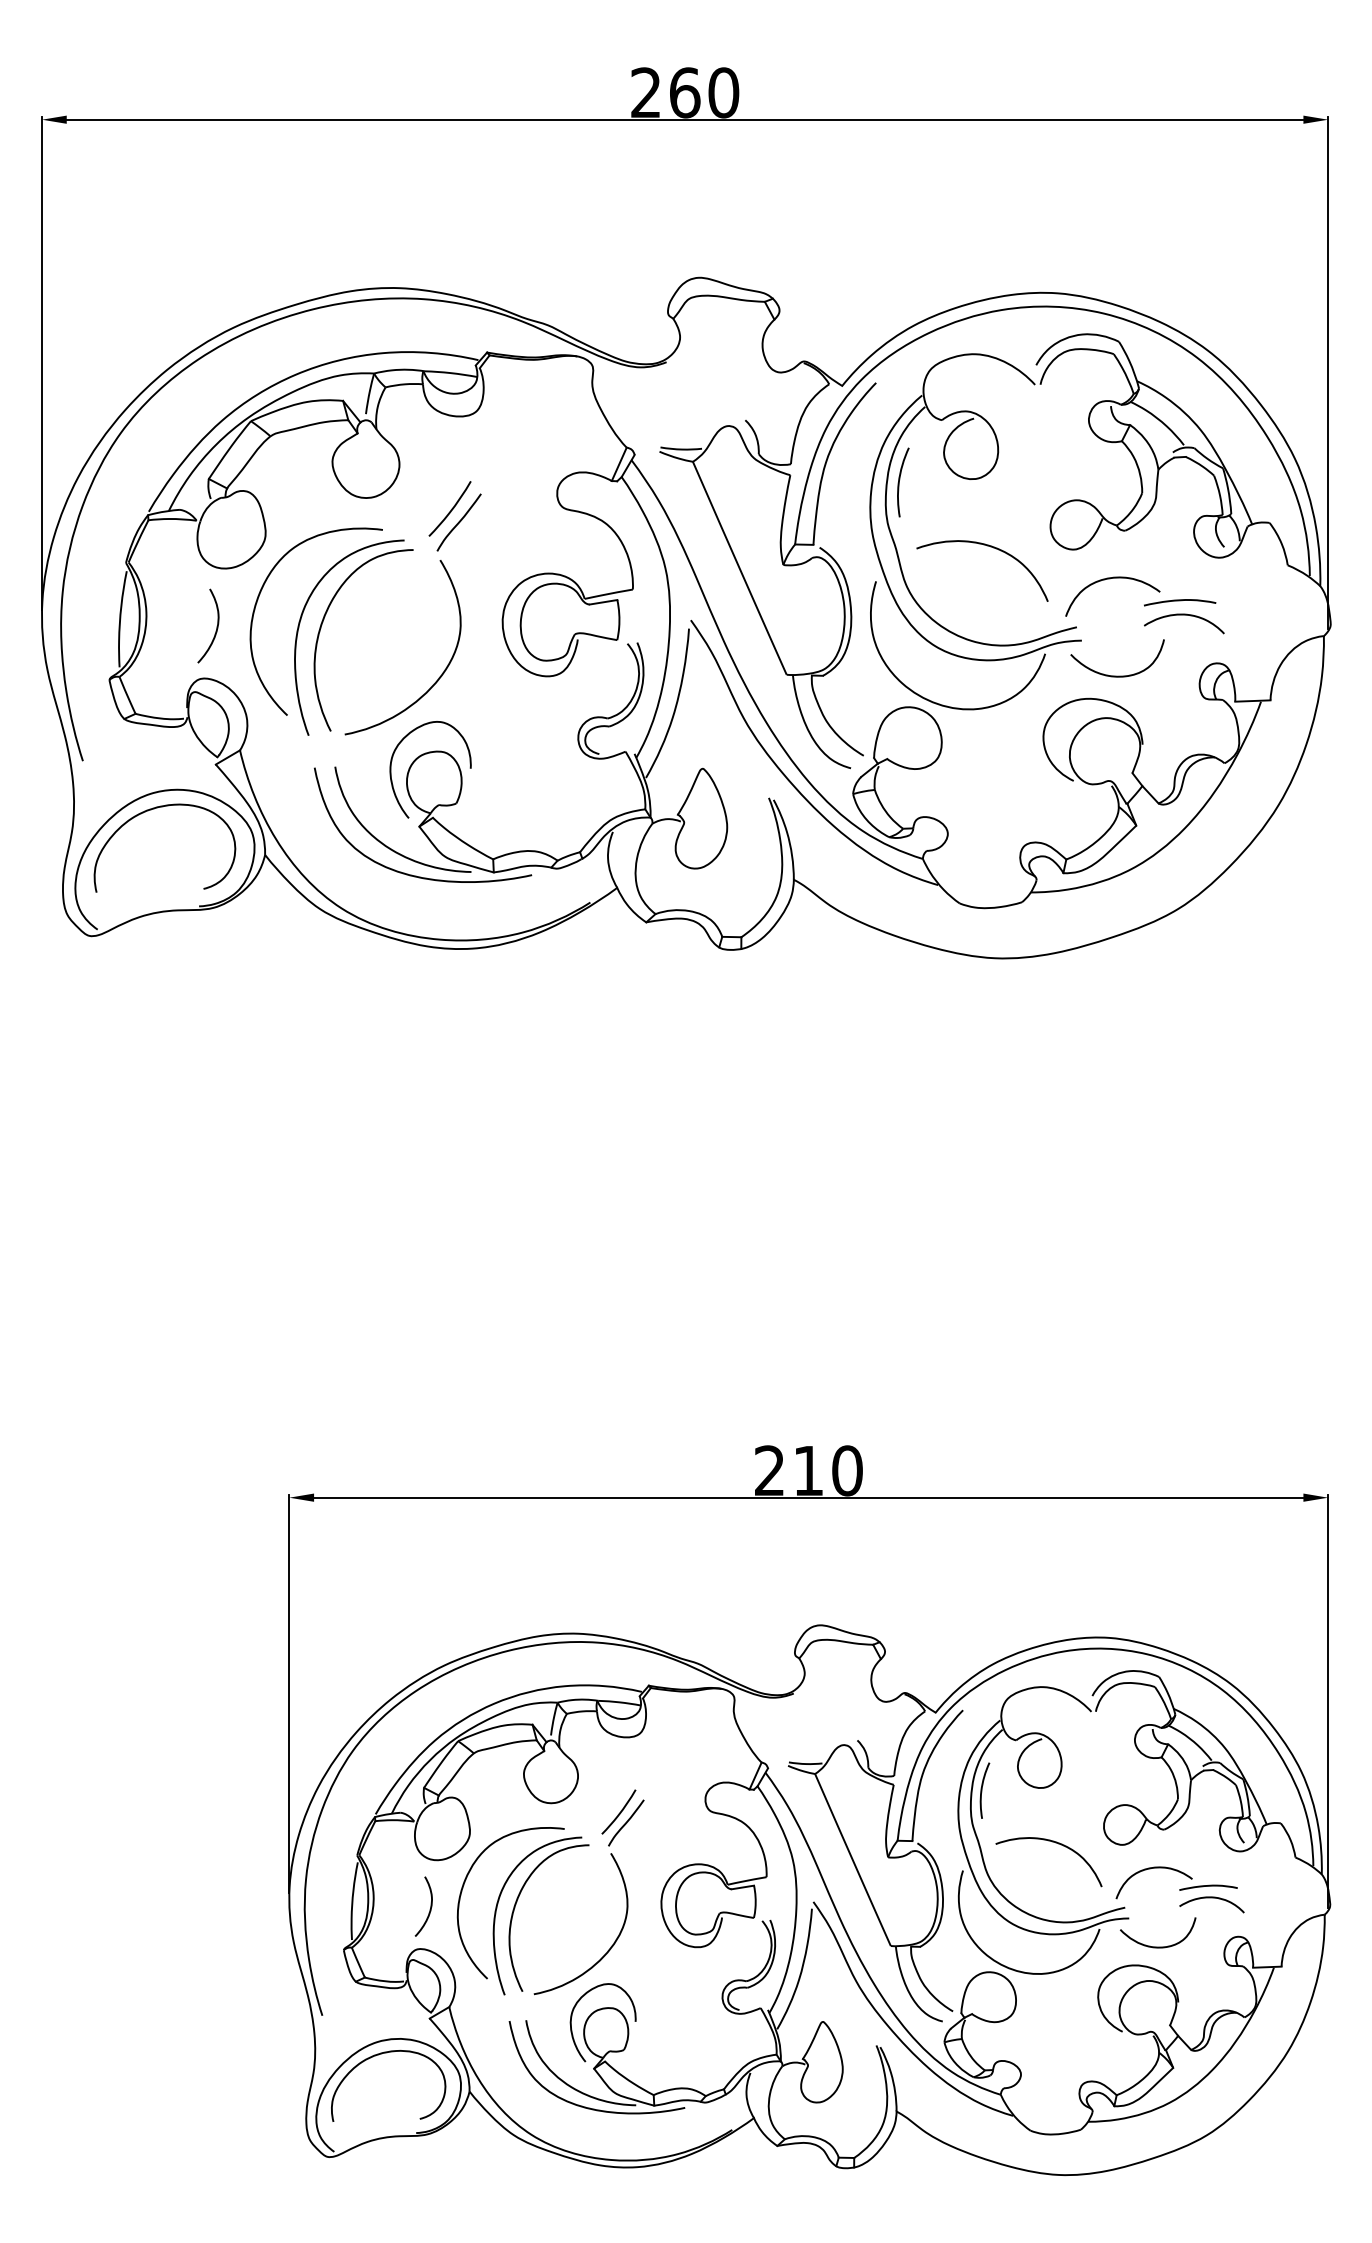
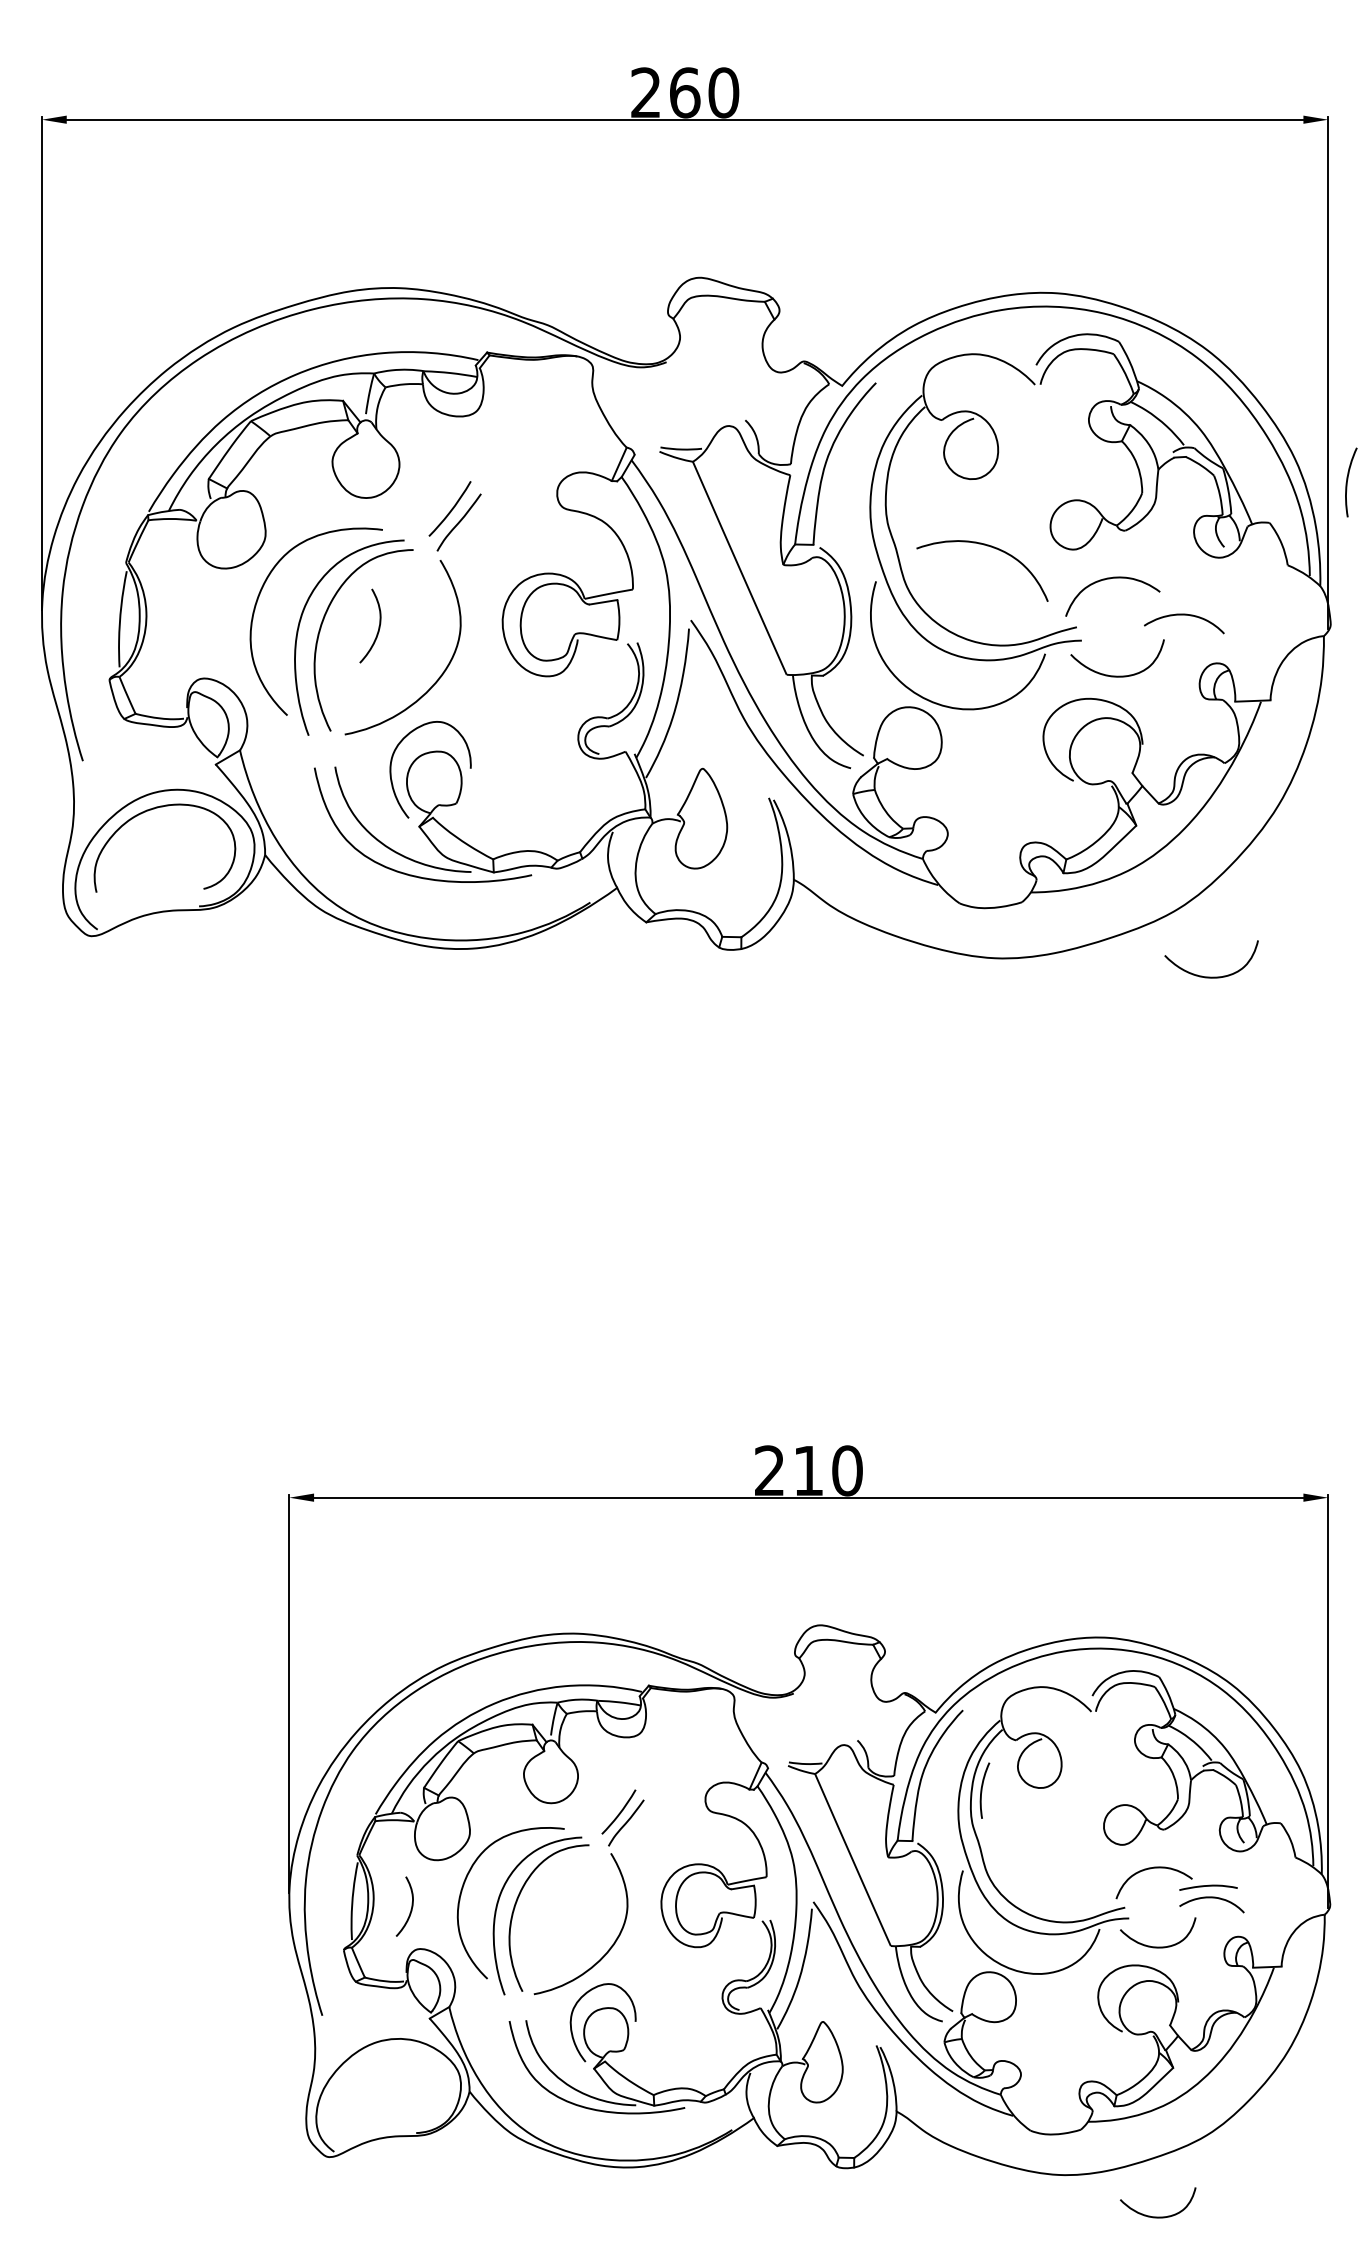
curve at (899, 482) position: (899, 482) -> (1347, 482)
curve at (1180, 601): present -> none
curve at (216, 626) position: (216, 626) -> (378, 626)
curve at (1211, 976): none -> present
curve at (1055, 1843): present -> none
curve at (429, 1909) position: (429, 1909) -> (410, 1909)
curve at (378, 2055): present -> none
curve at (1158, 2216): none -> present
